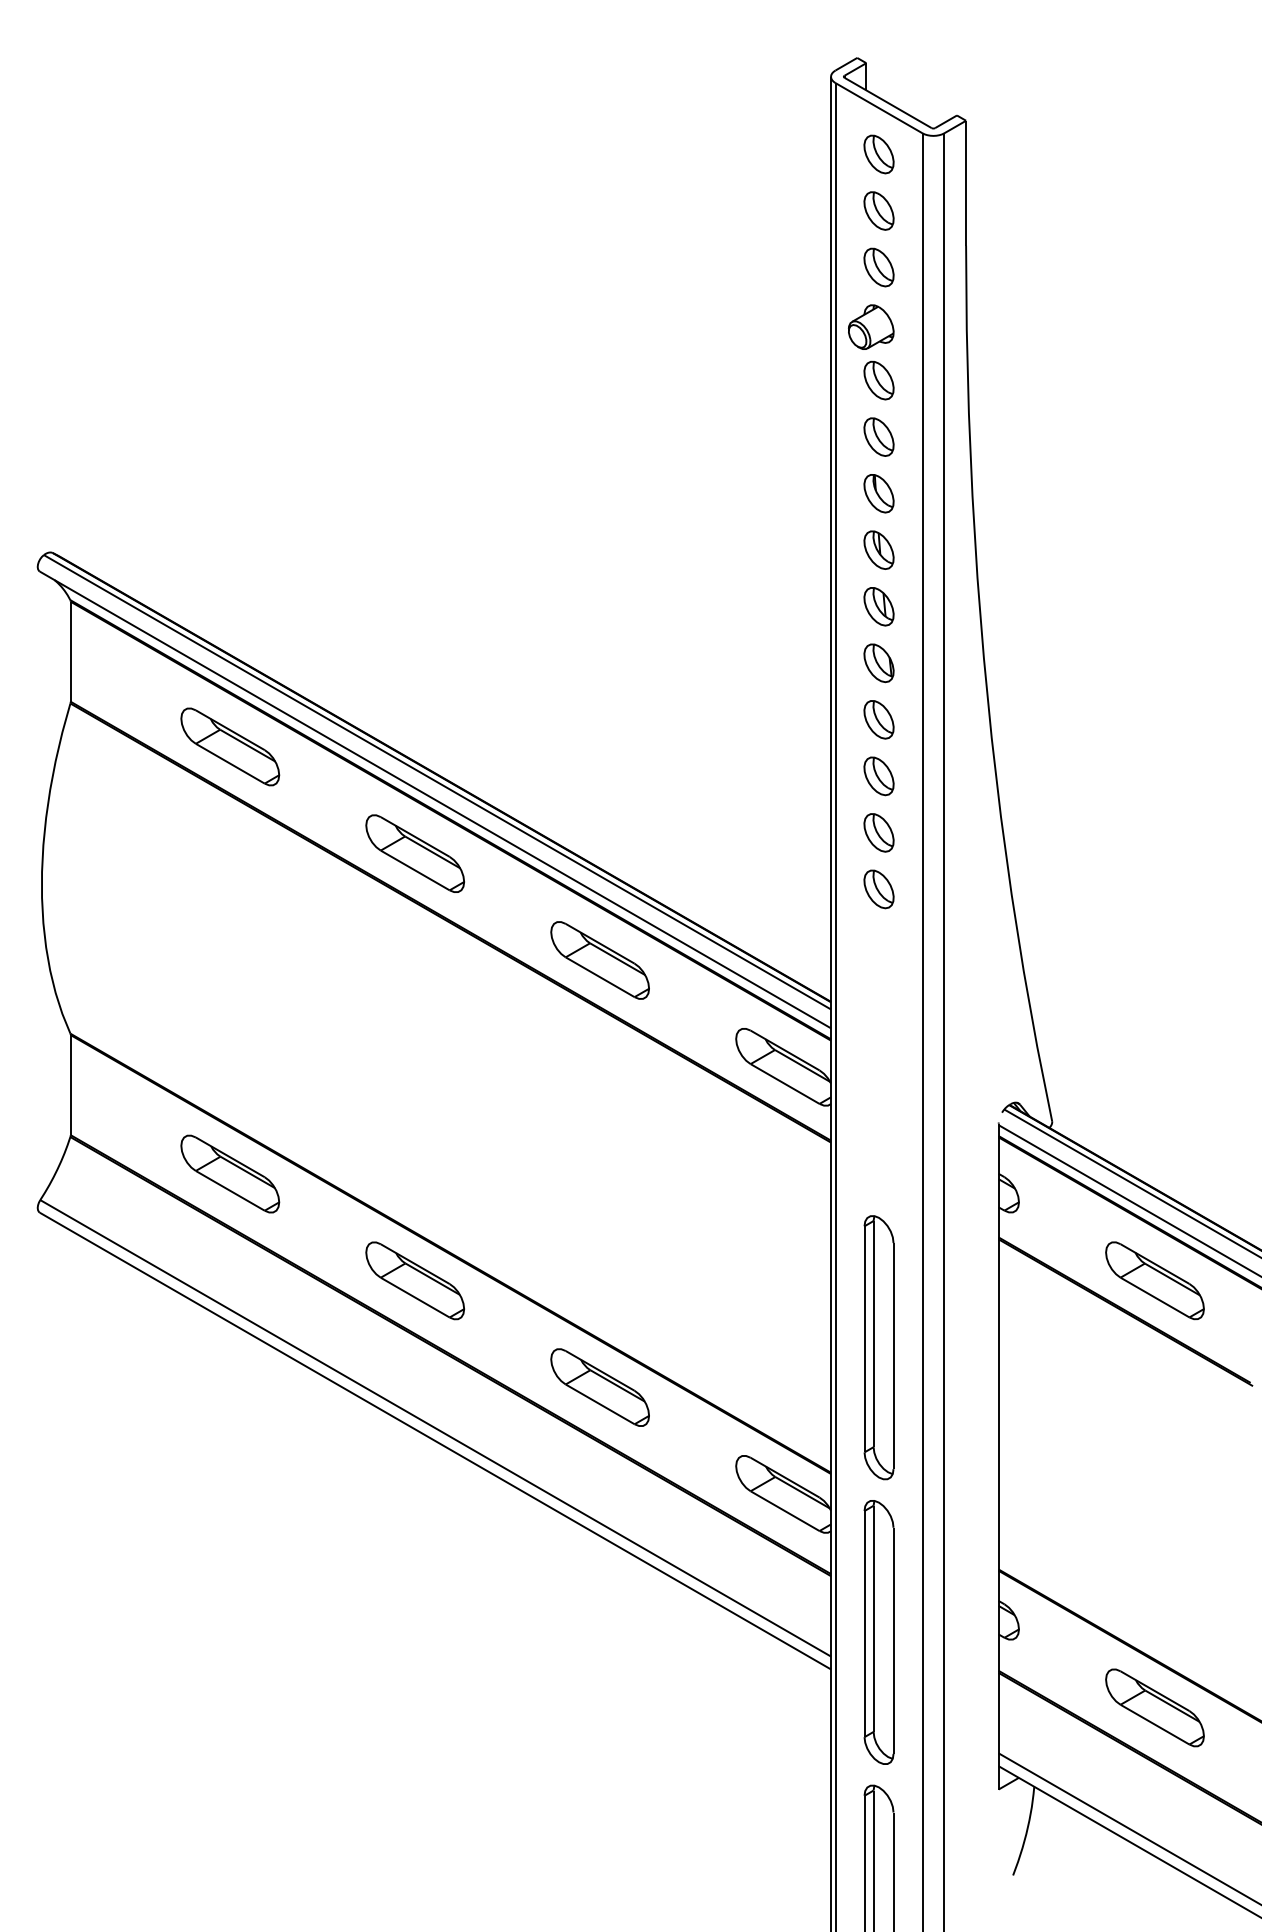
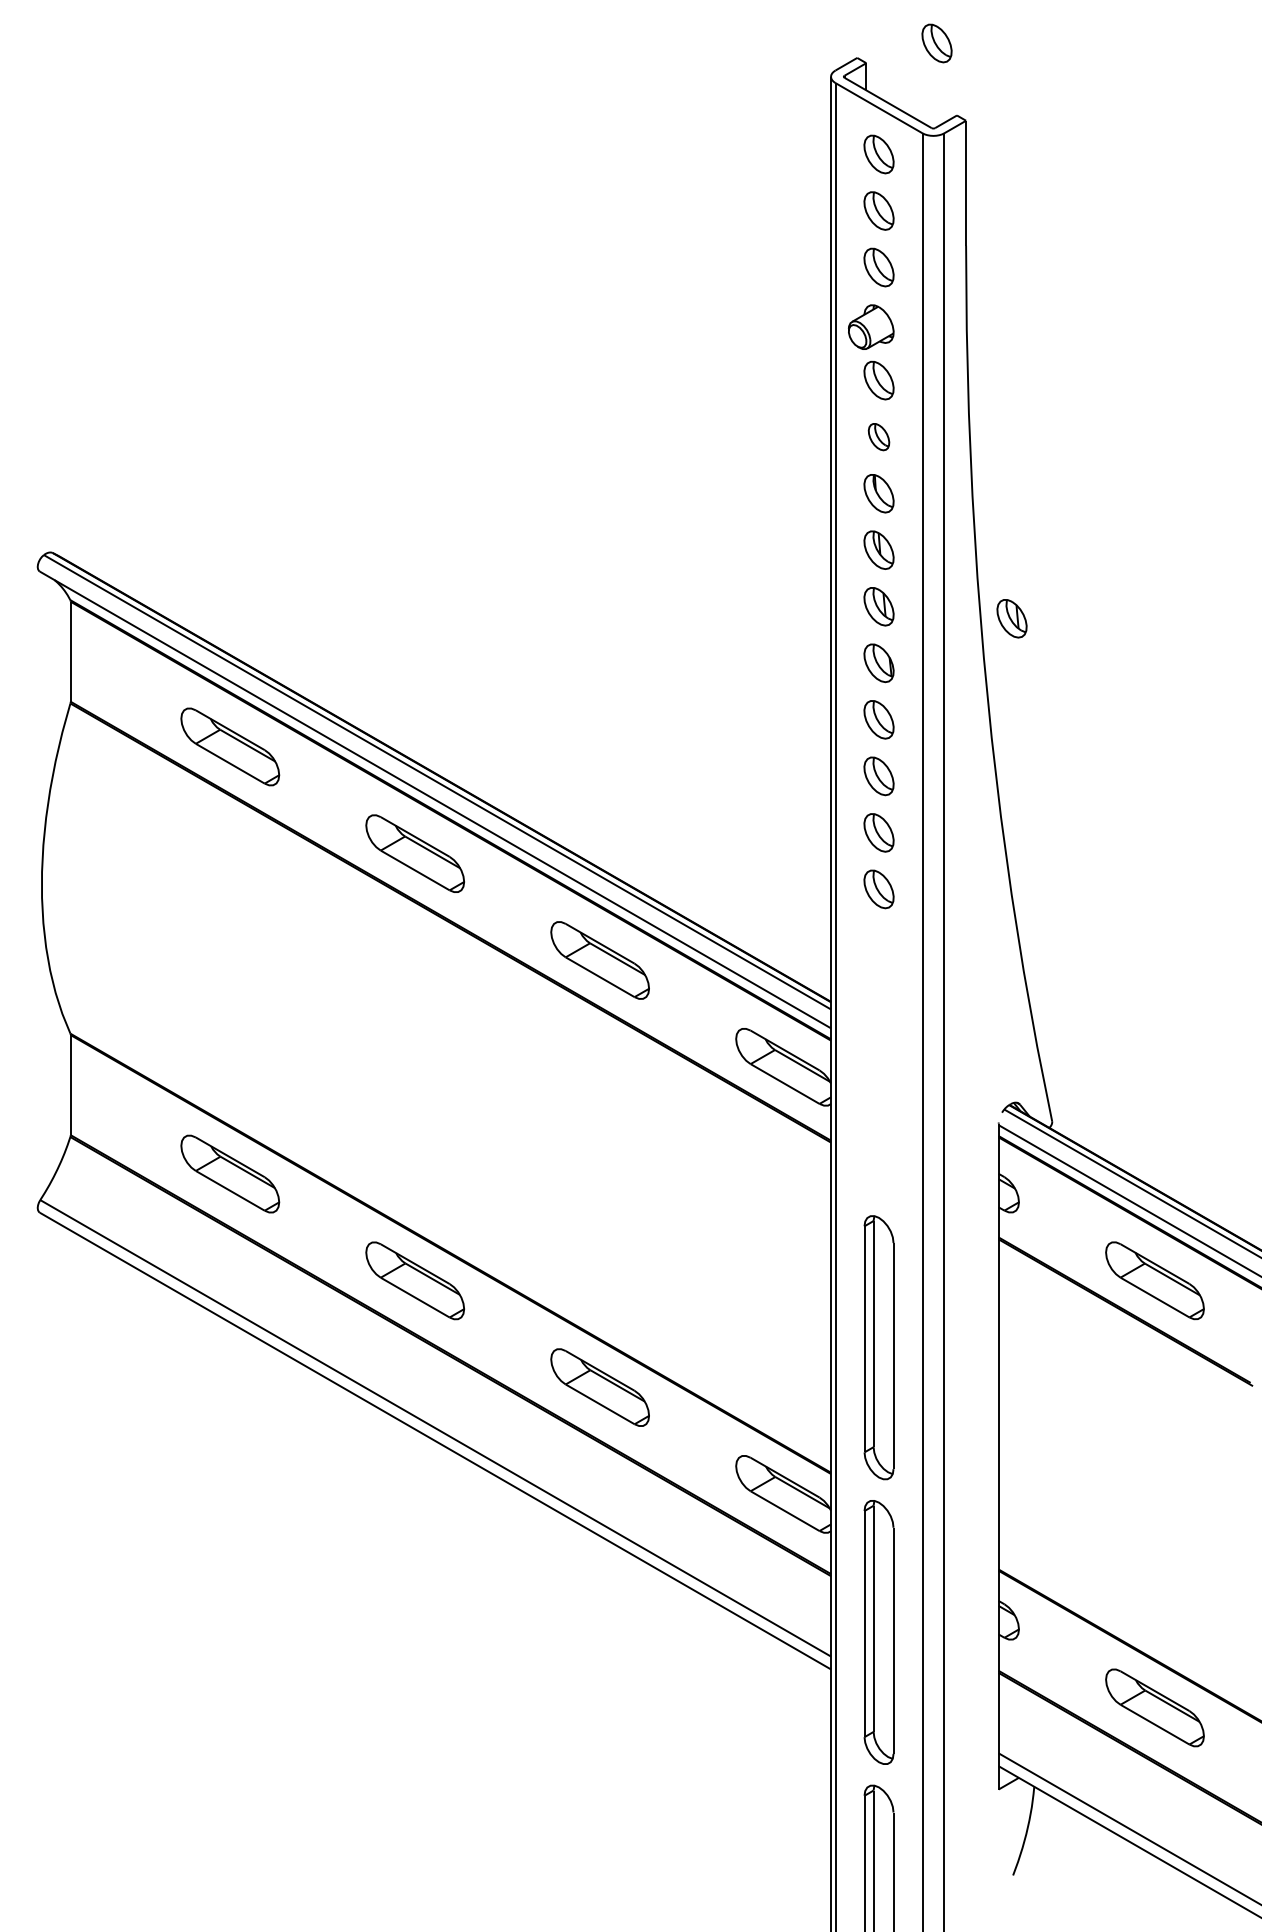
part at (936, 43): none -> present
part at (878, 436) size: 32x40 px -> 24x29 px
part at (1011, 618): none -> present
